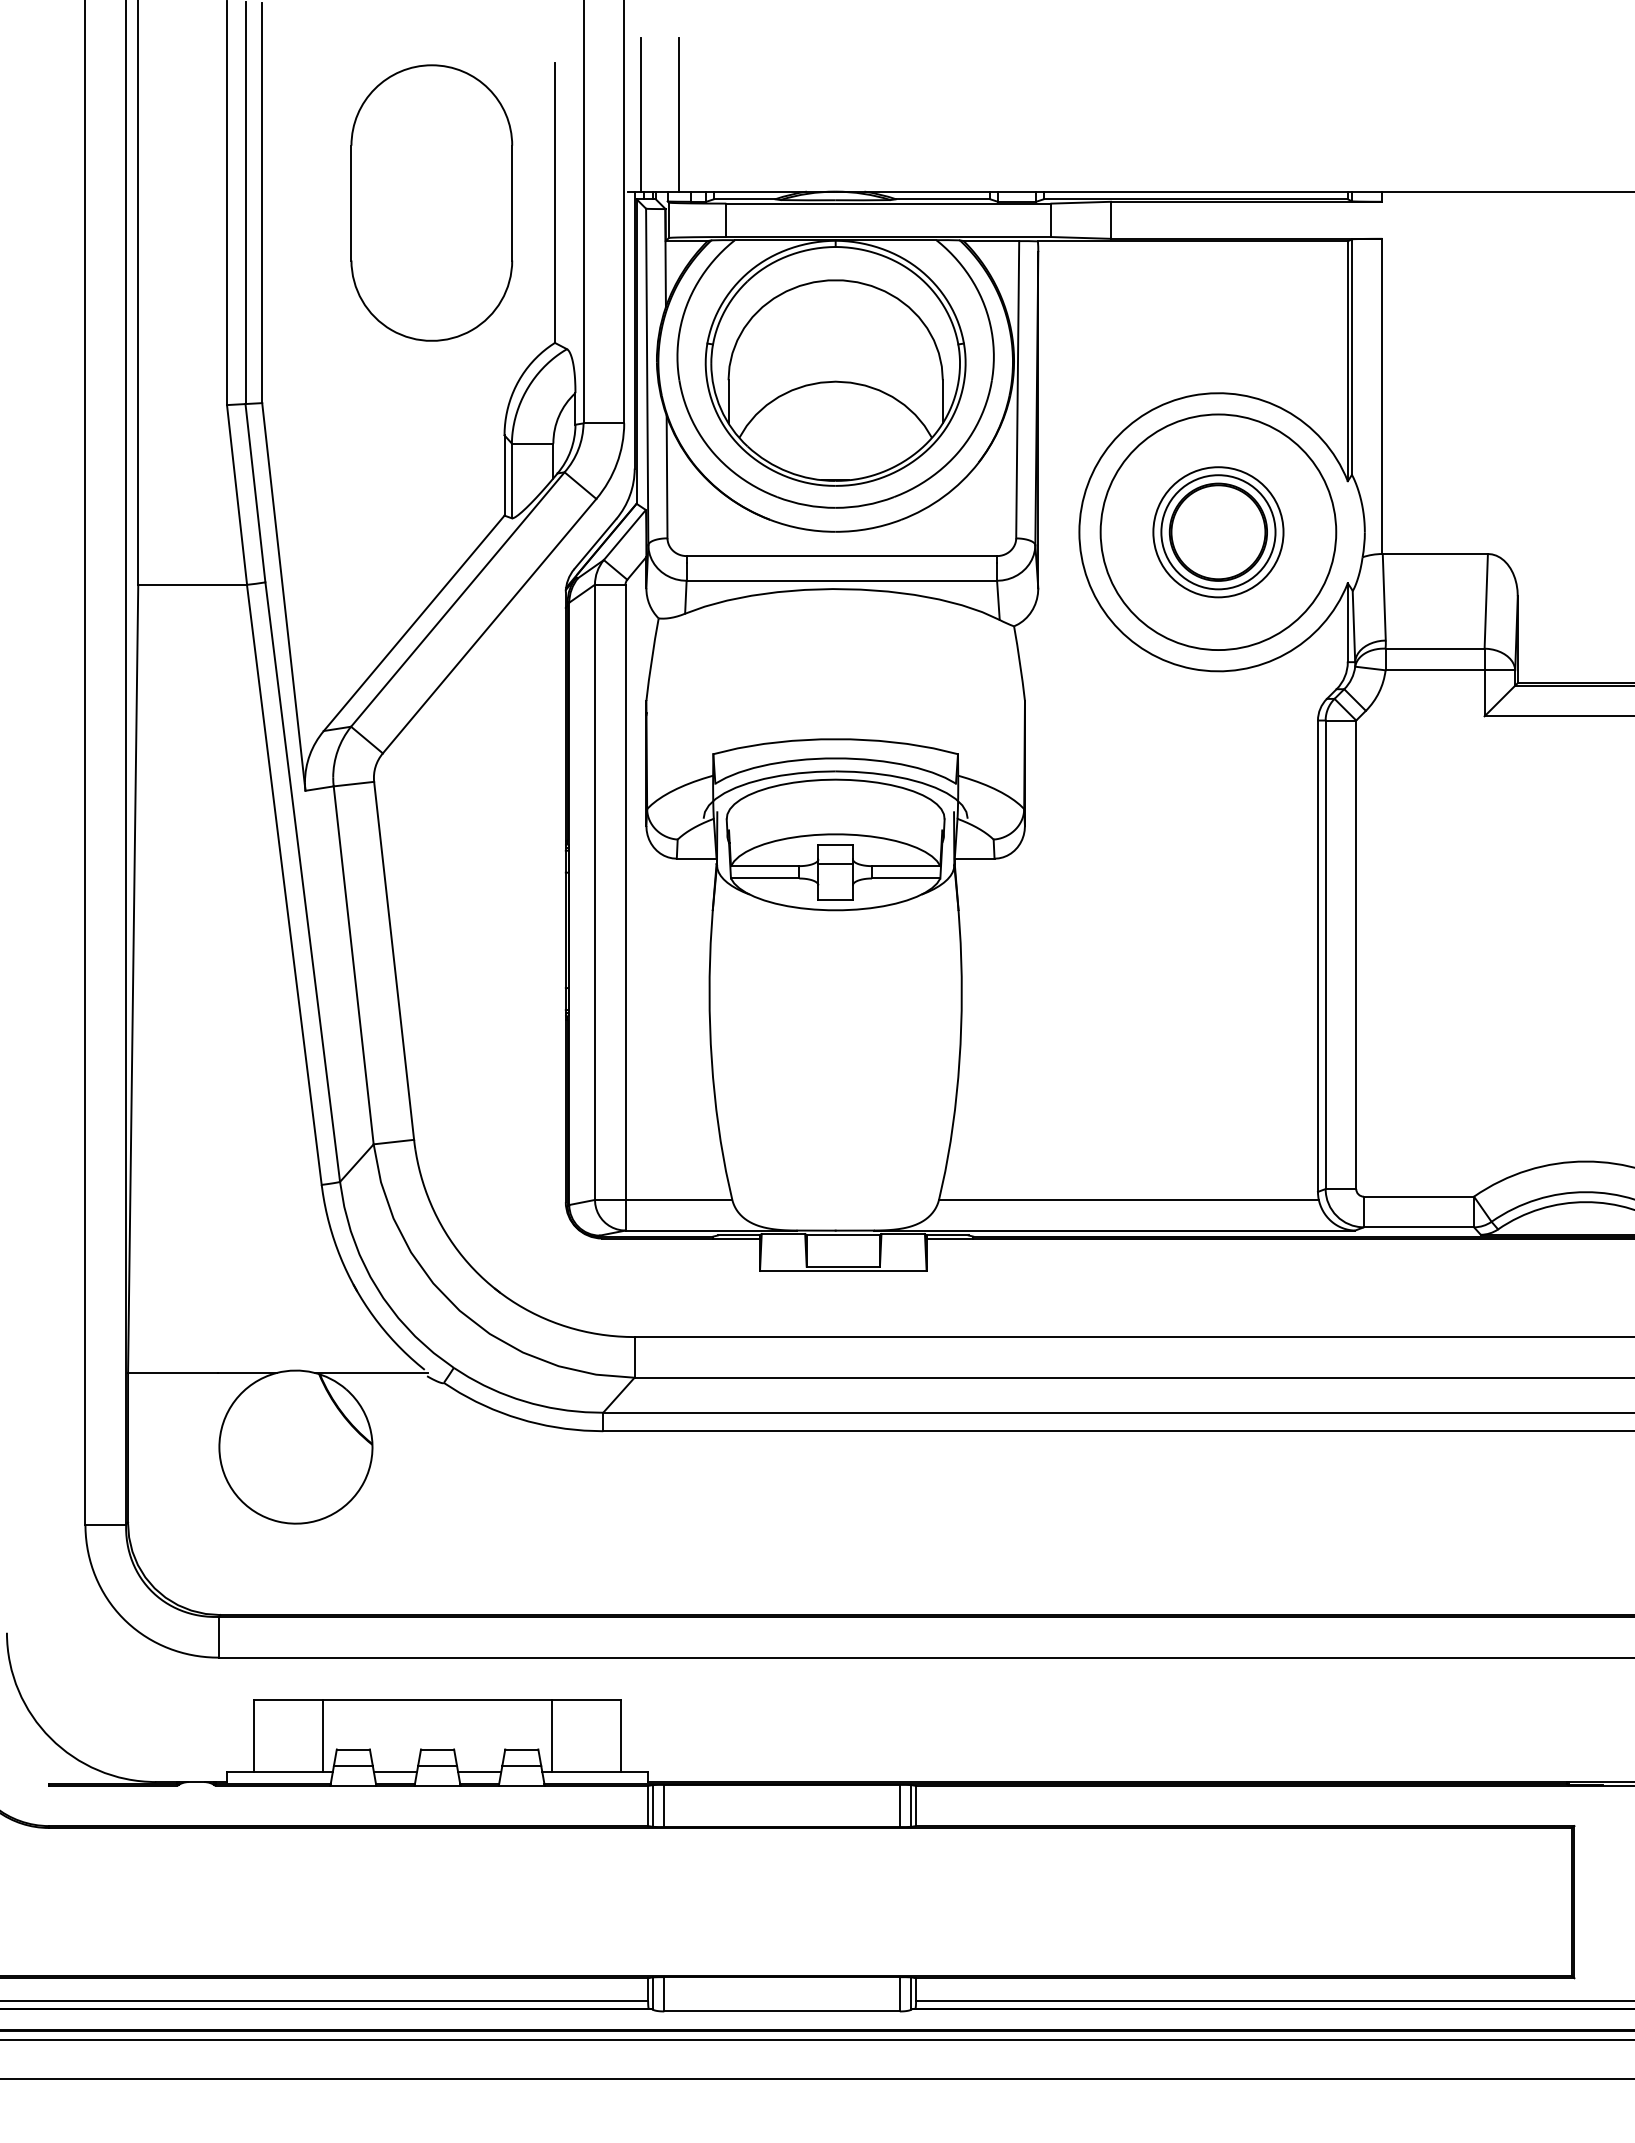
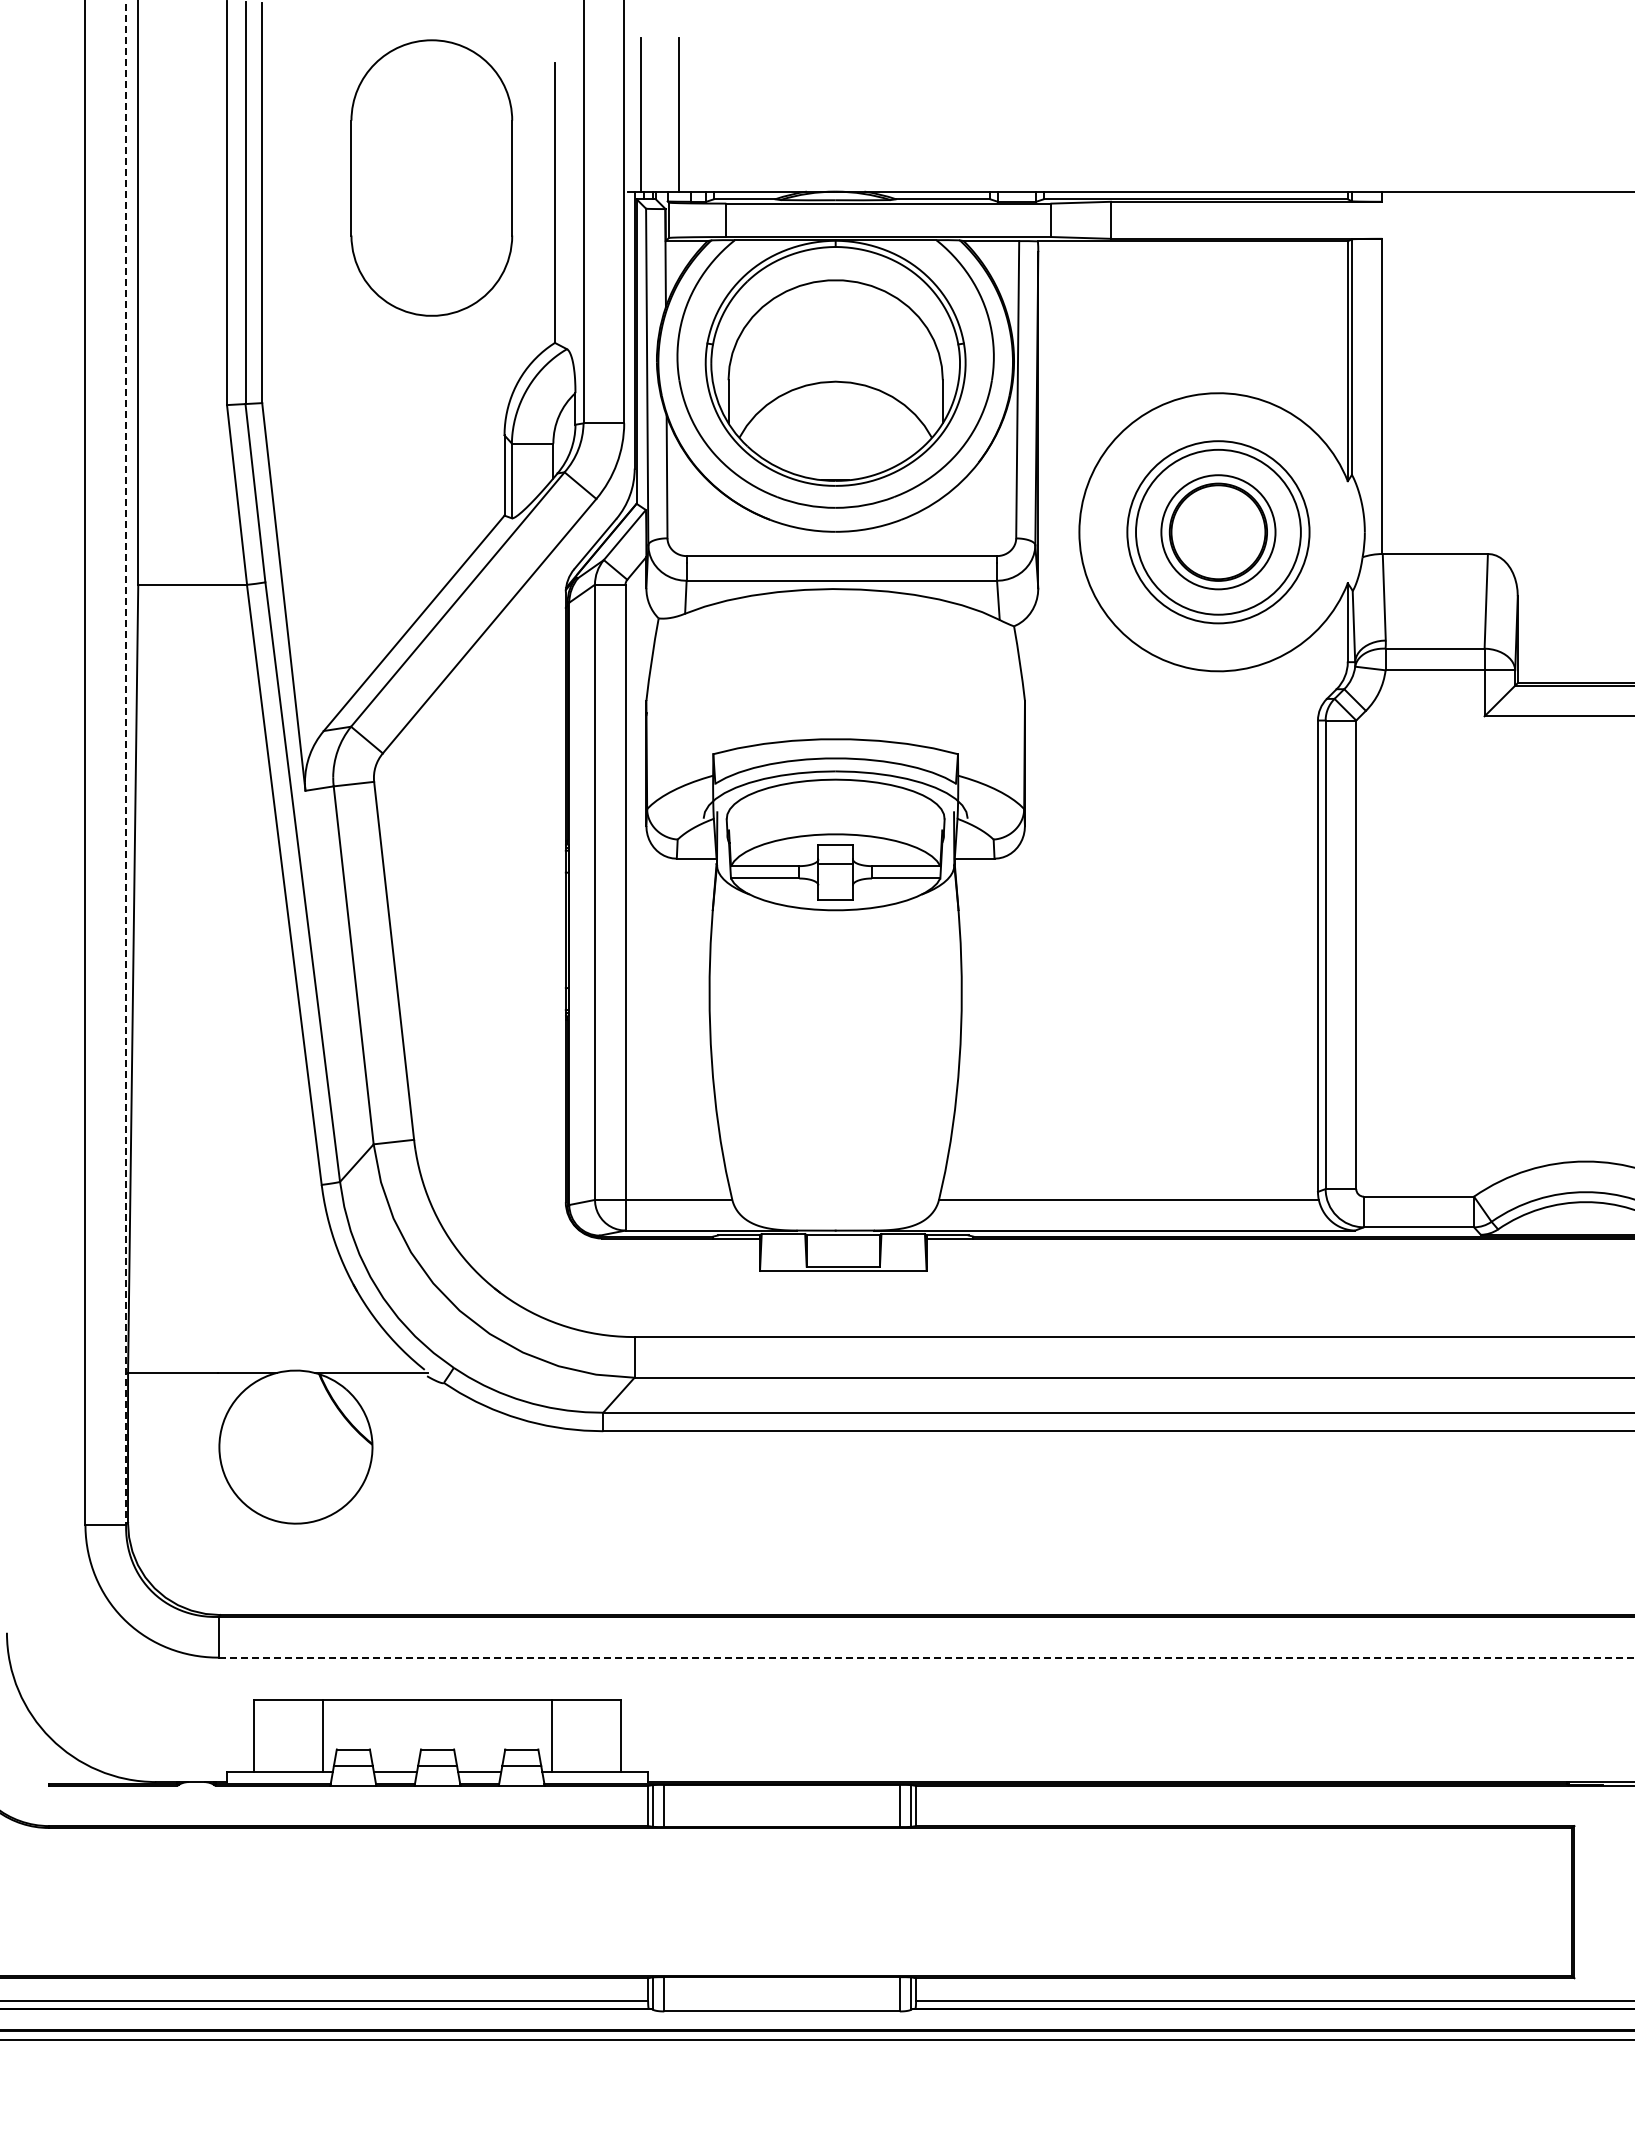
part at (431, 202) position: (431, 202) -> (431, 177)
circle at (1218, 532) diameter: 130 px -> 182 px
circle at (1218, 532) diameter: 236 px -> 165 px
line at (126, 762): solid -> dashed
line at (926, 1657): solid -> dashed
line at (816, 2078): present -> none
